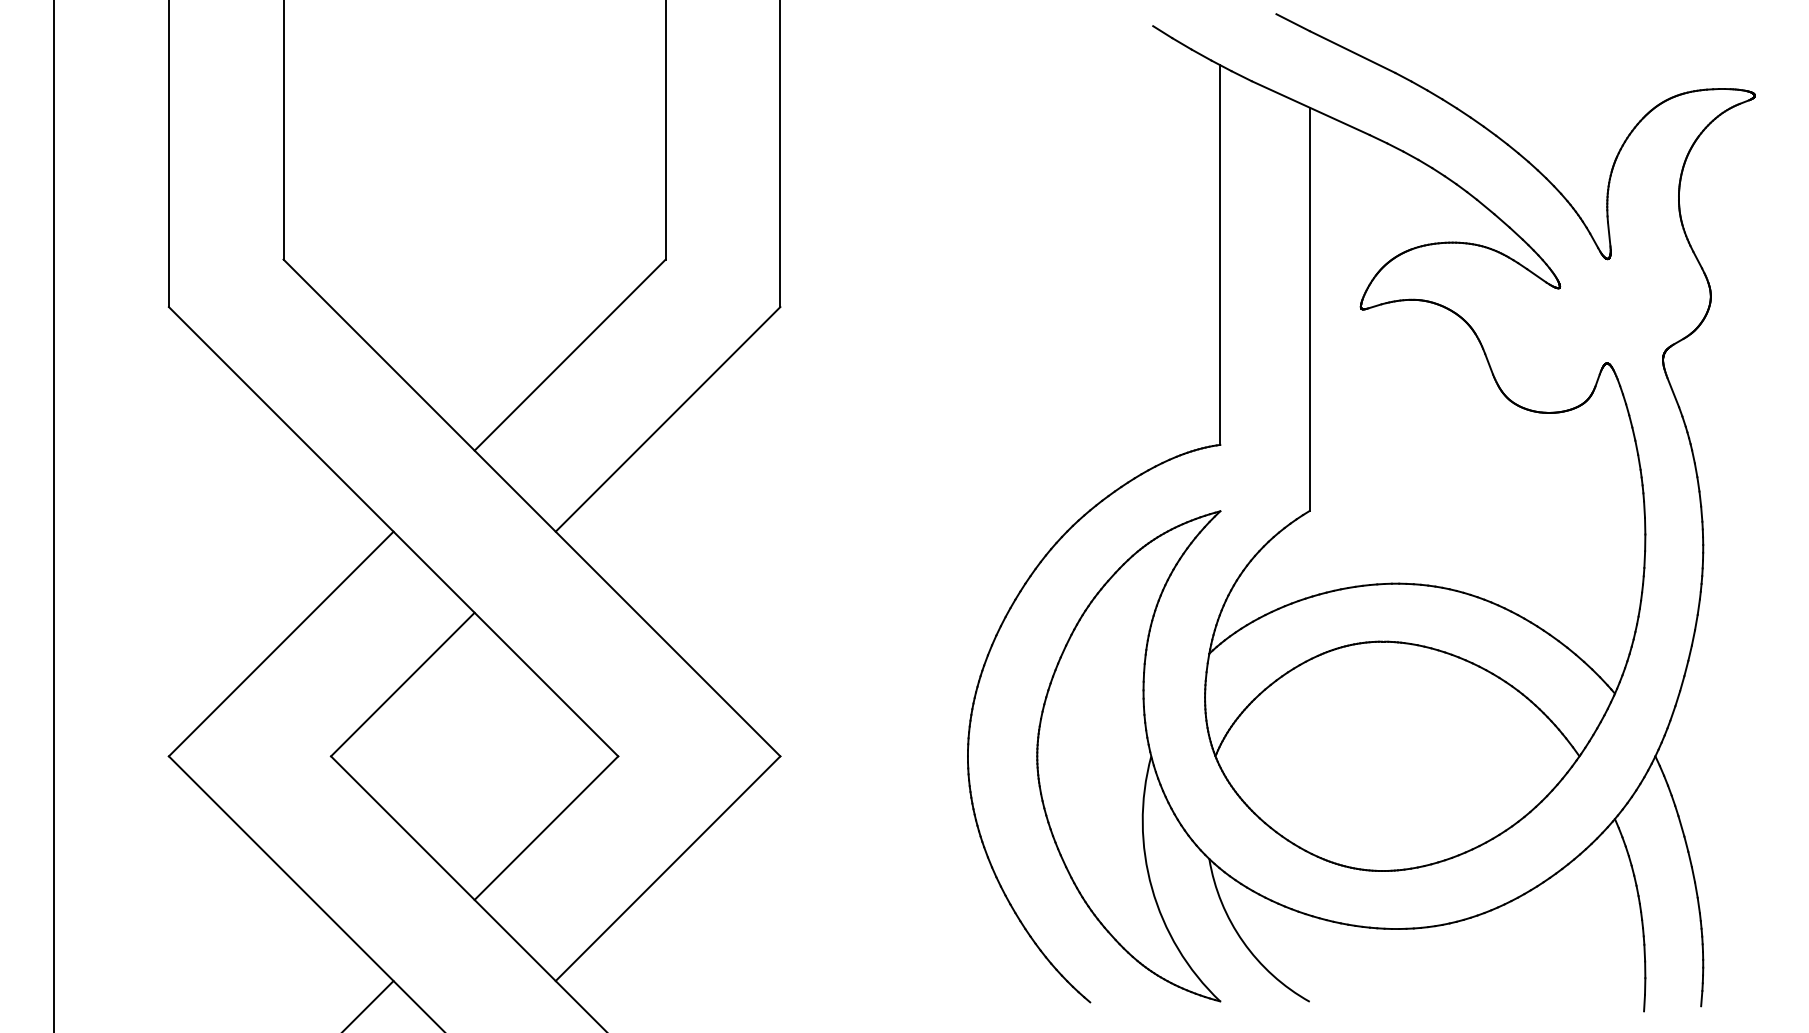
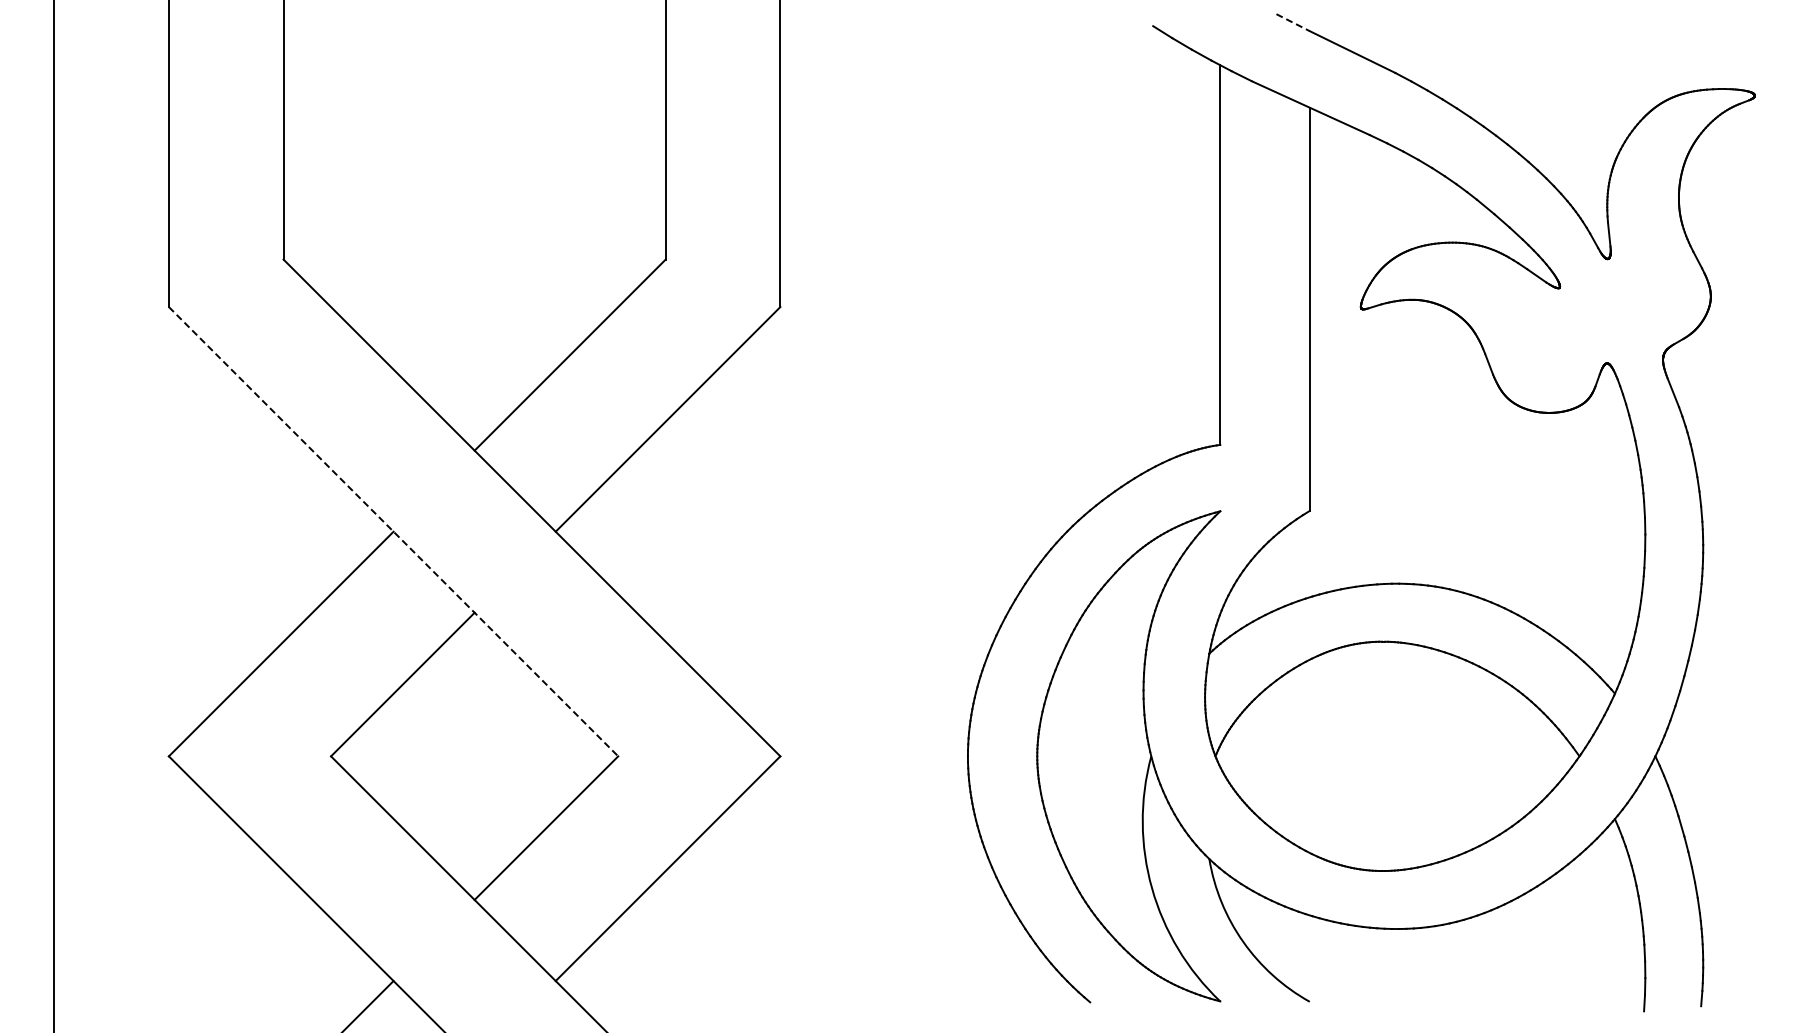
line at (1293, 22): solid -> dashed
line at (393, 531): solid -> dashed
